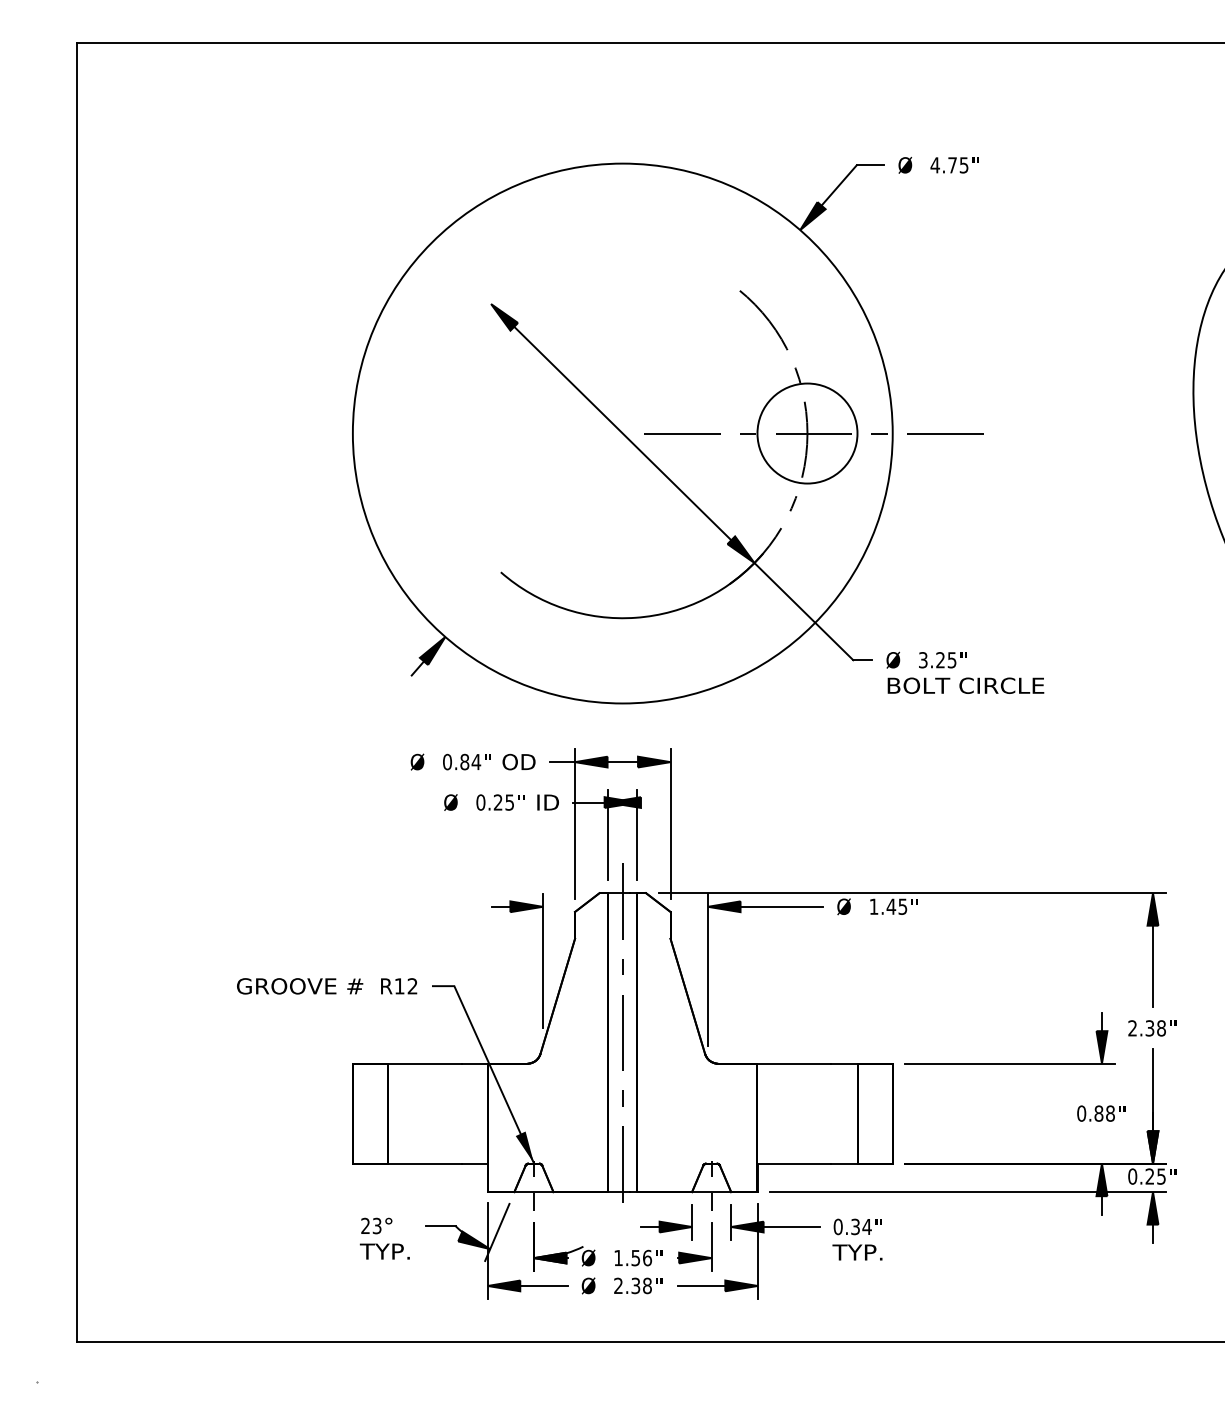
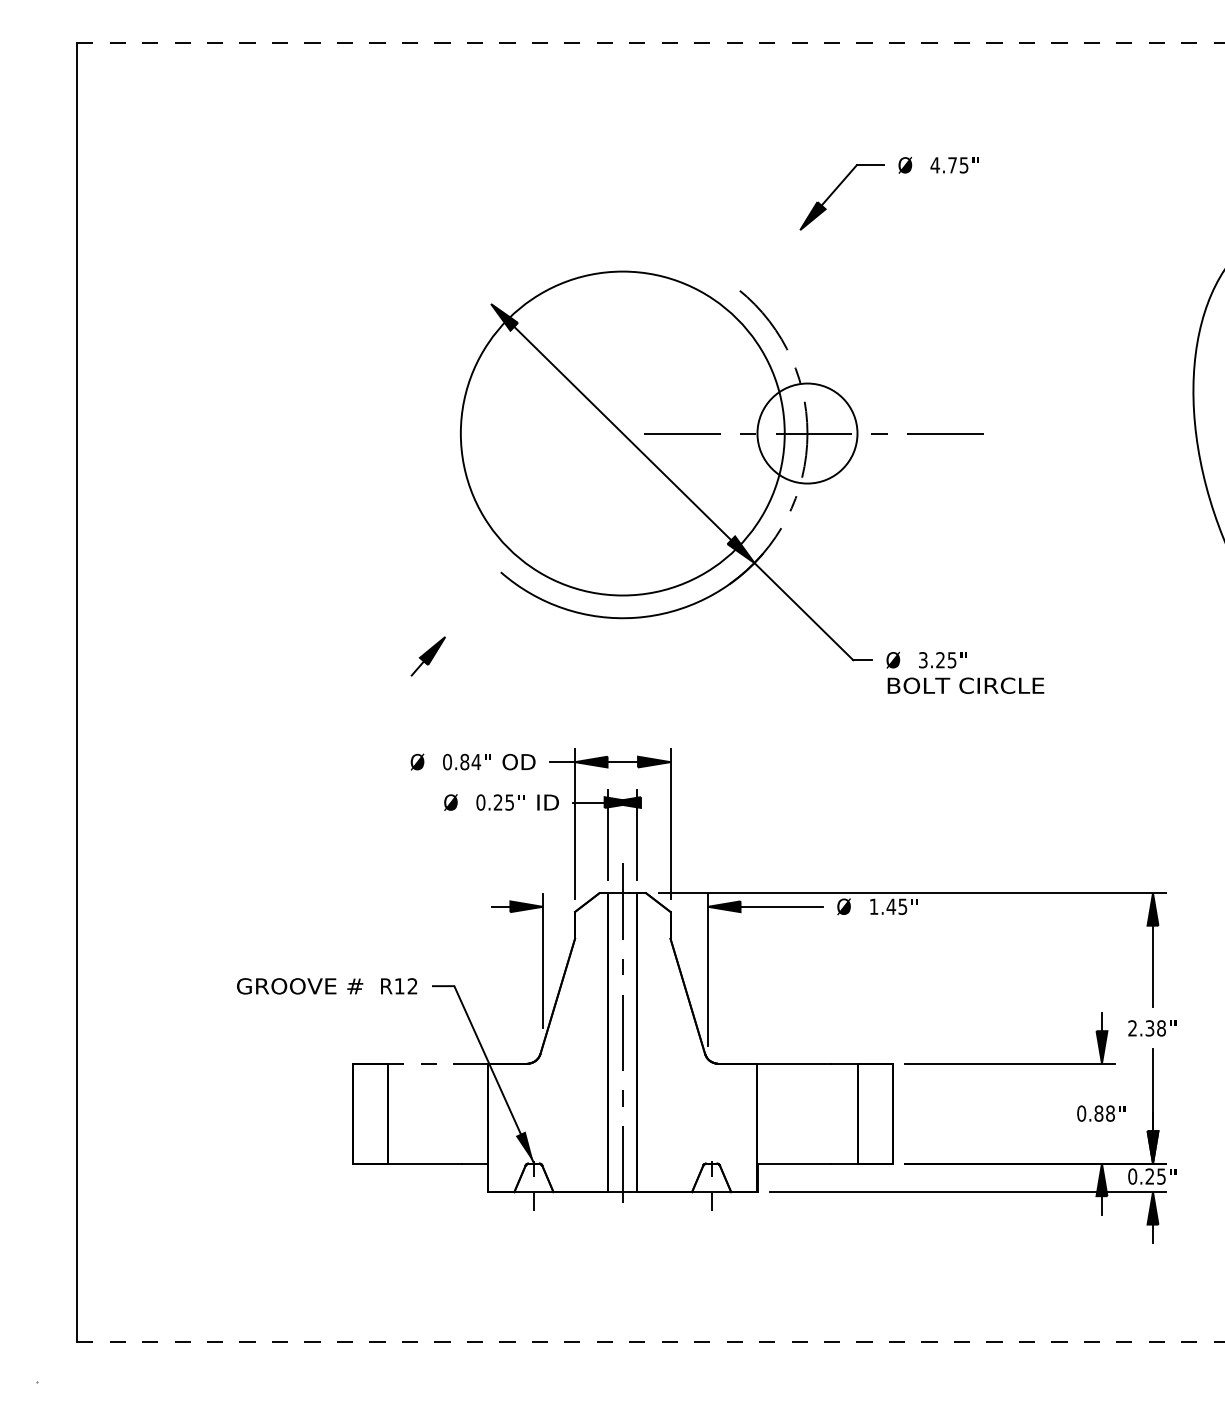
line at (651, 42): solid -> dashed
circle at (622, 433) diameter: 540 px -> 324 px
line at (425, 1063): solid -> dashed
part at (620, 1250): present -> none
line at (651, 1341): solid -> dashed
